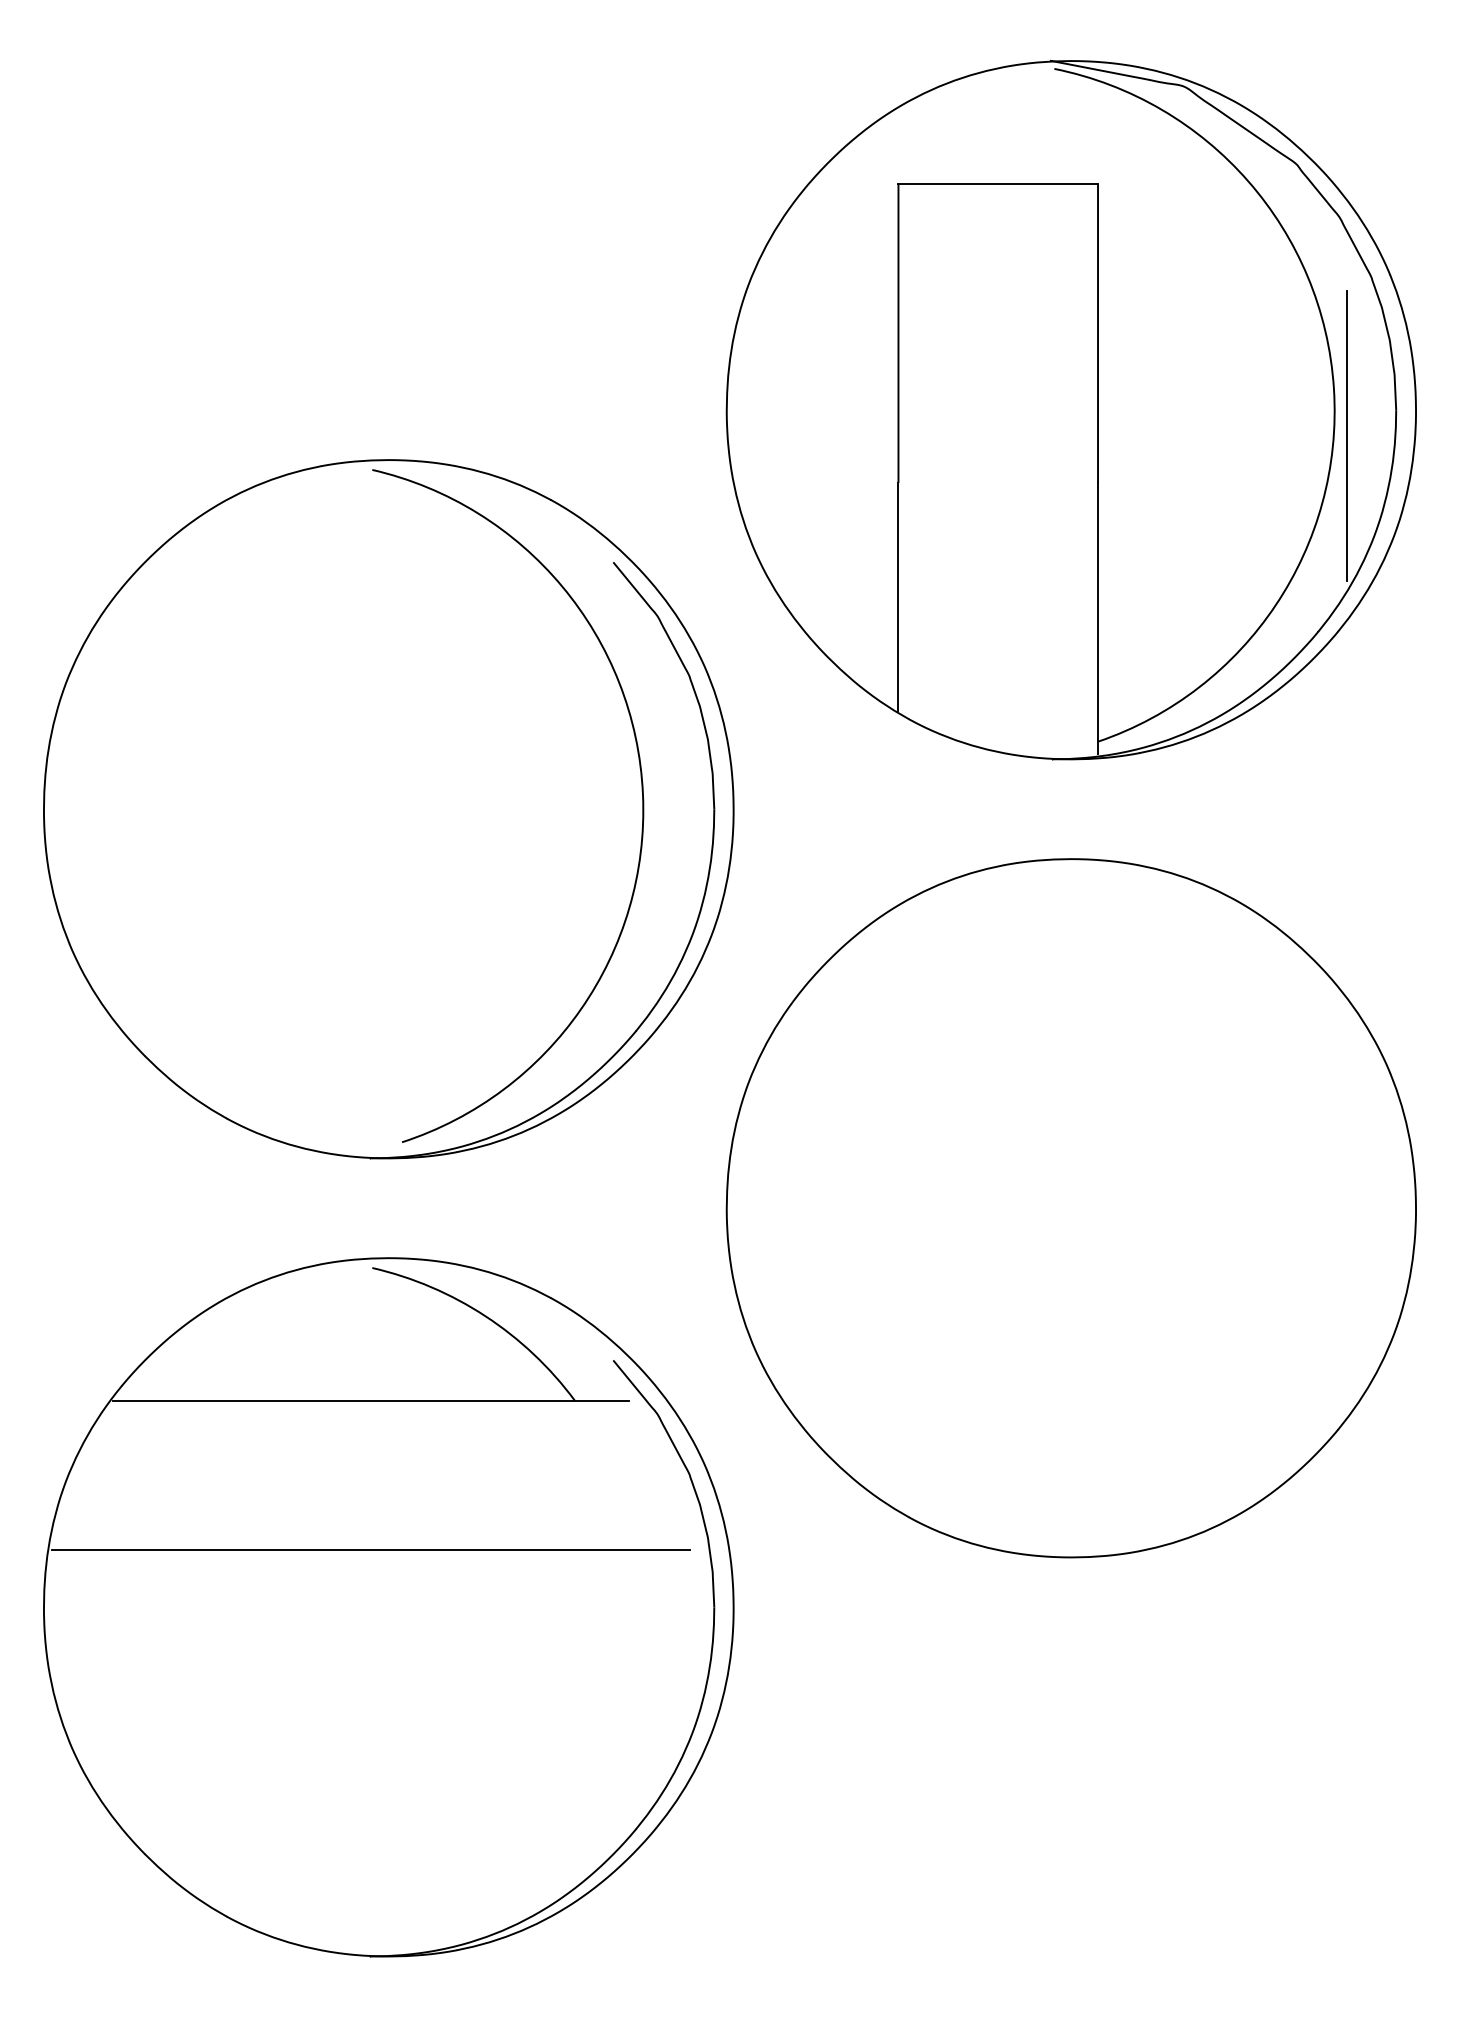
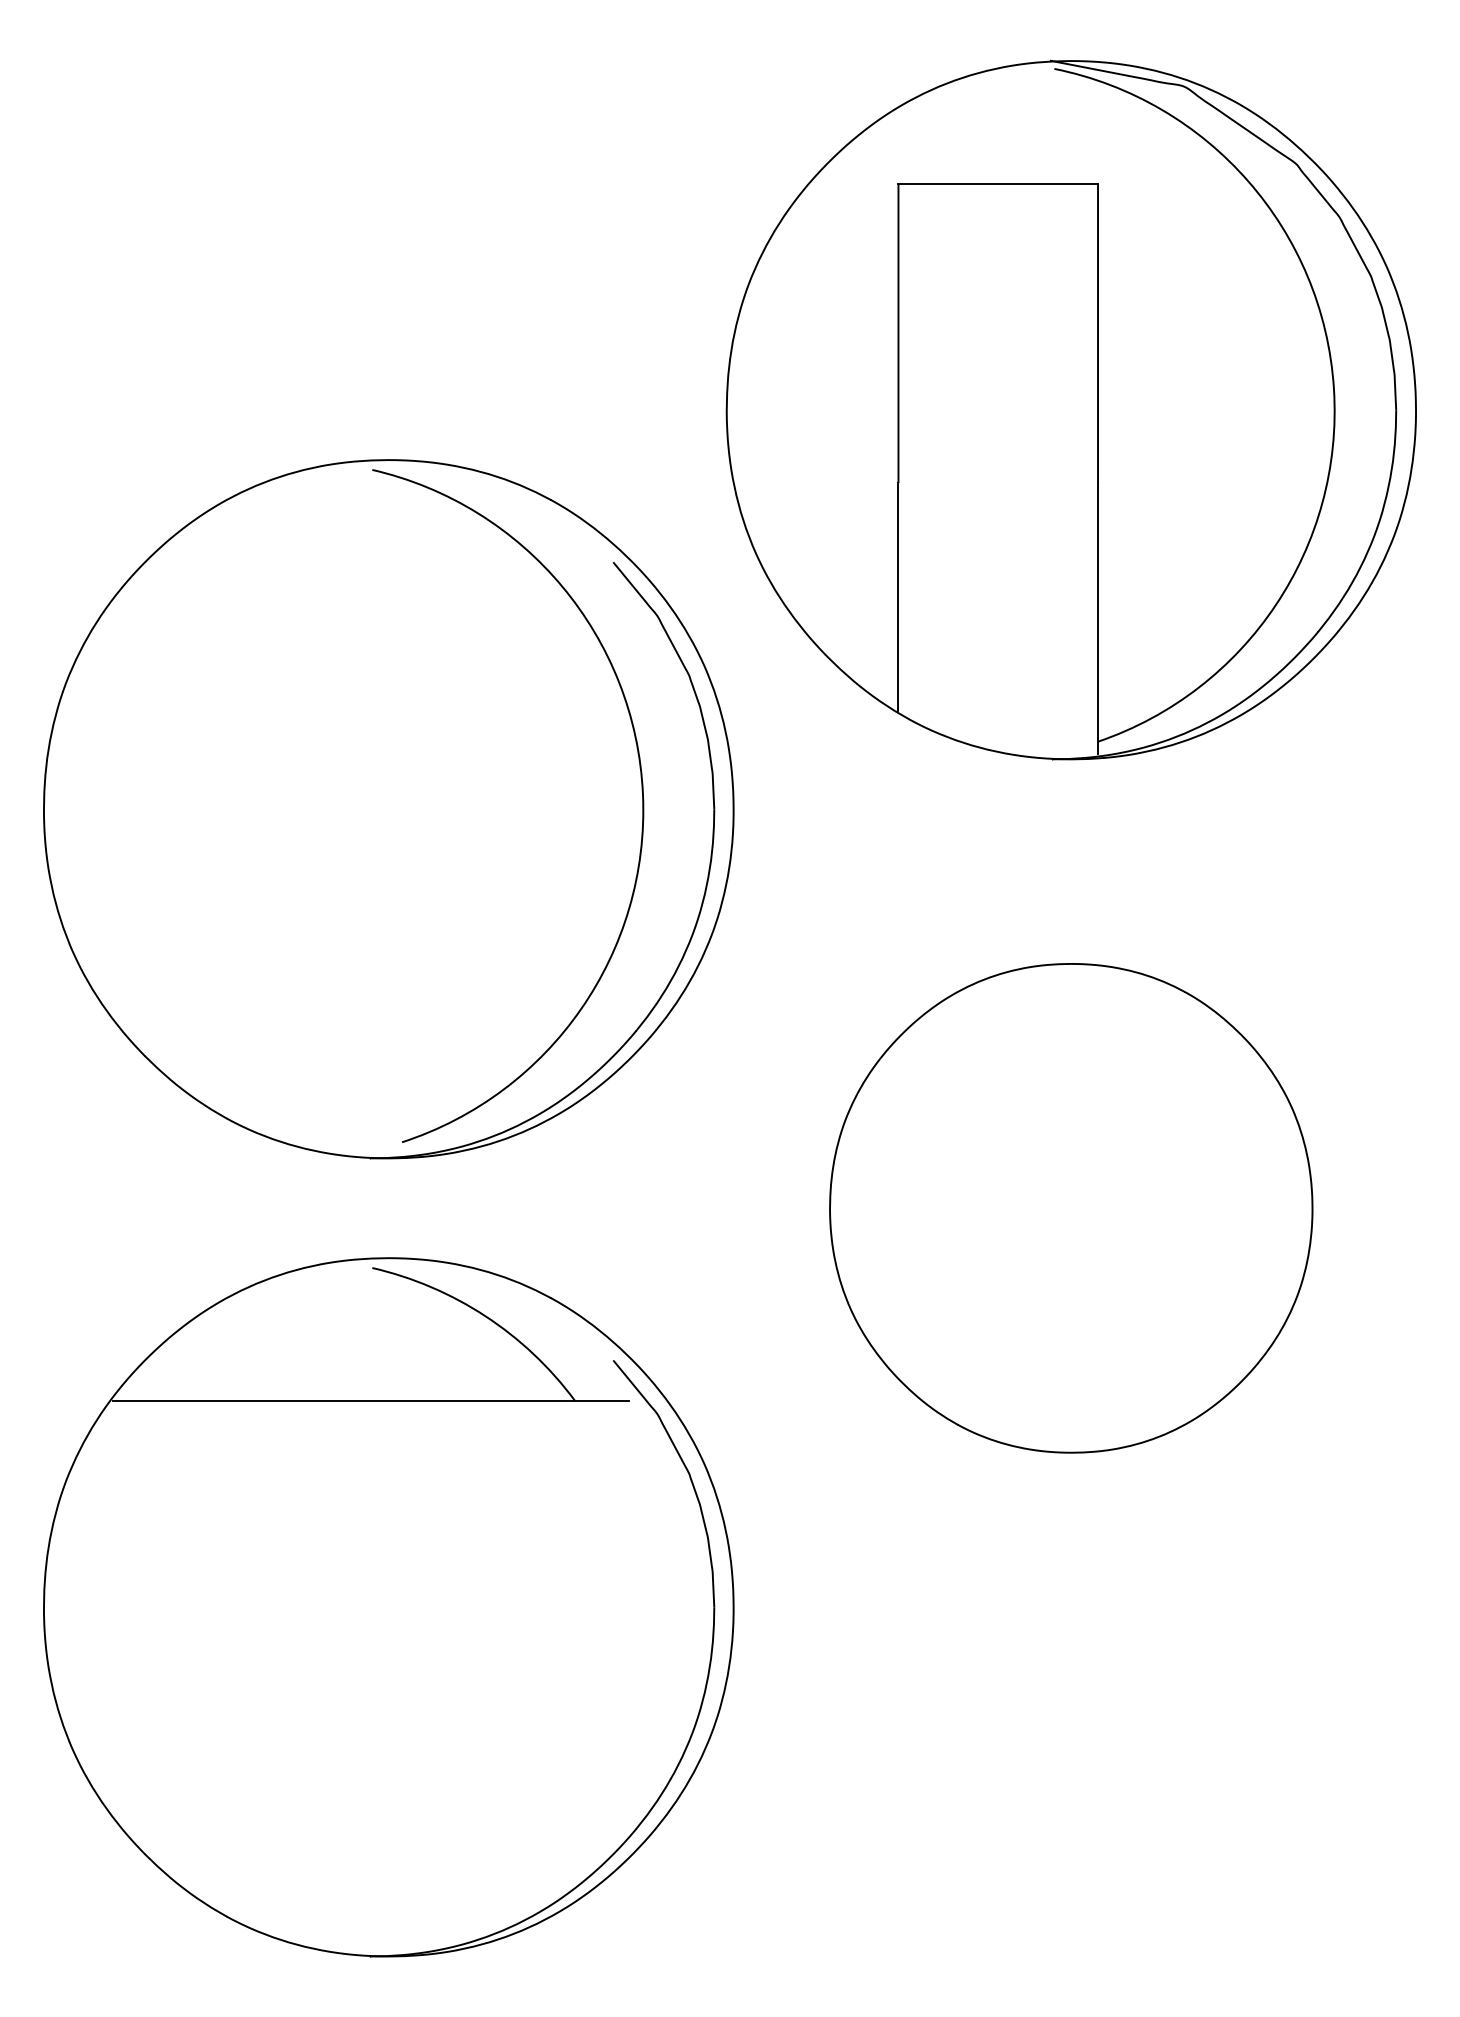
line at (1347, 435): present -> none
part at (1070, 1208) size: 692x701 px -> 485x491 px
line at (371, 1550): present -> none
